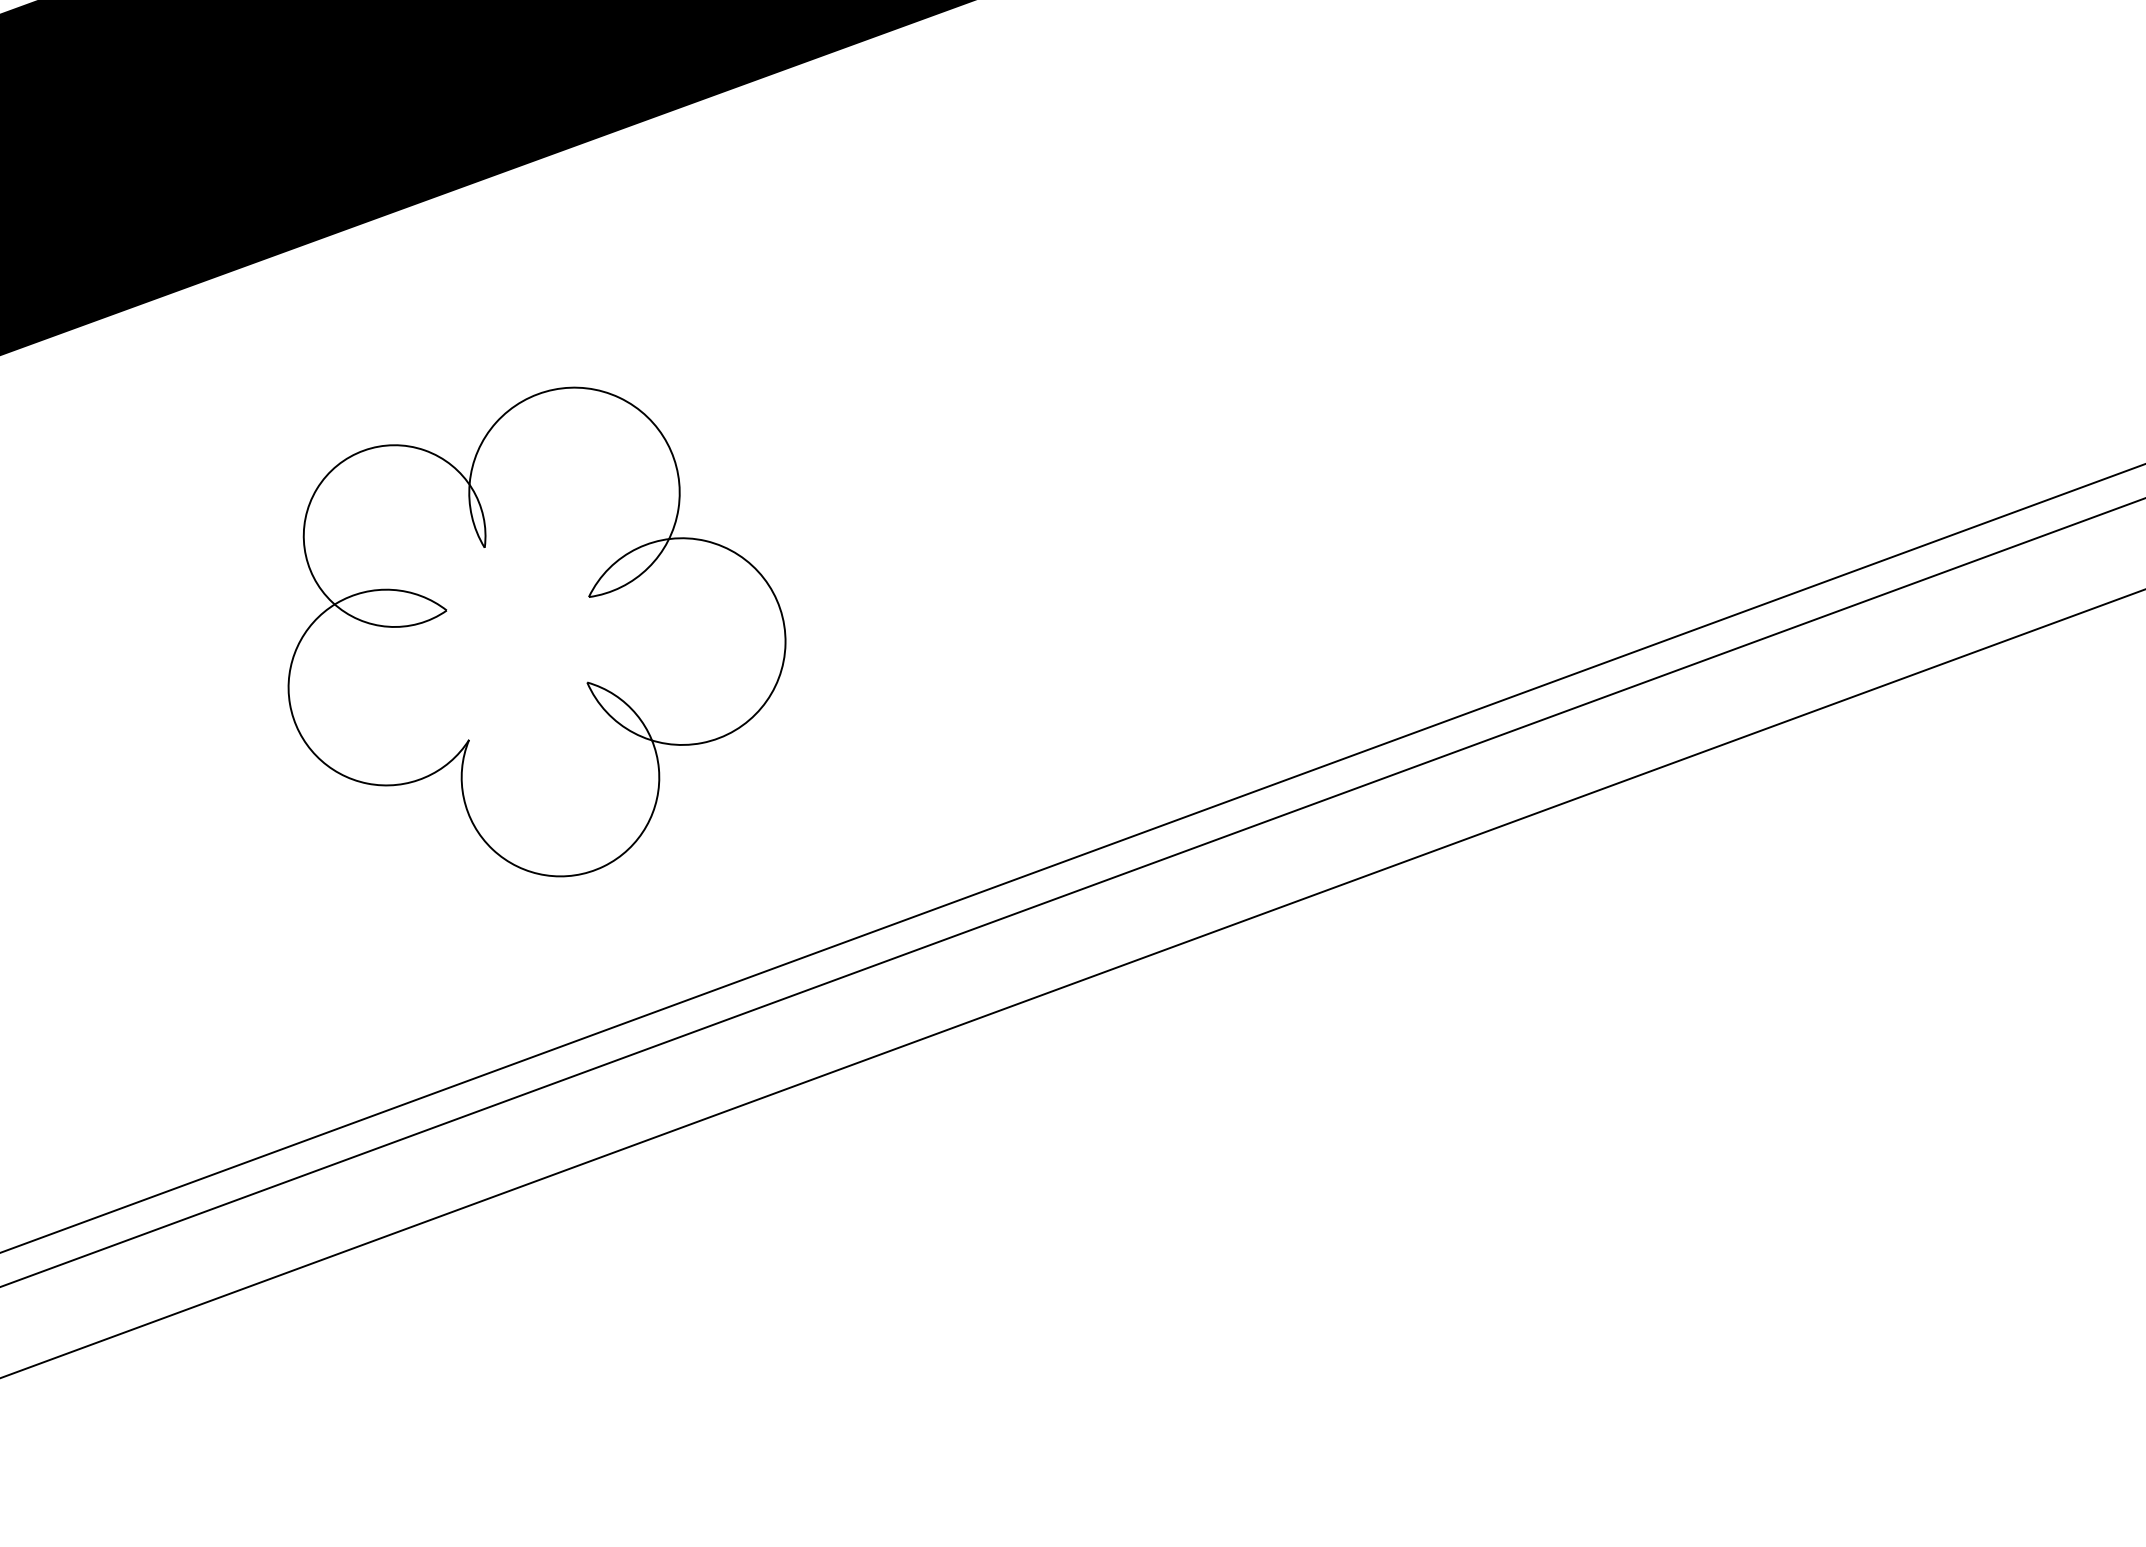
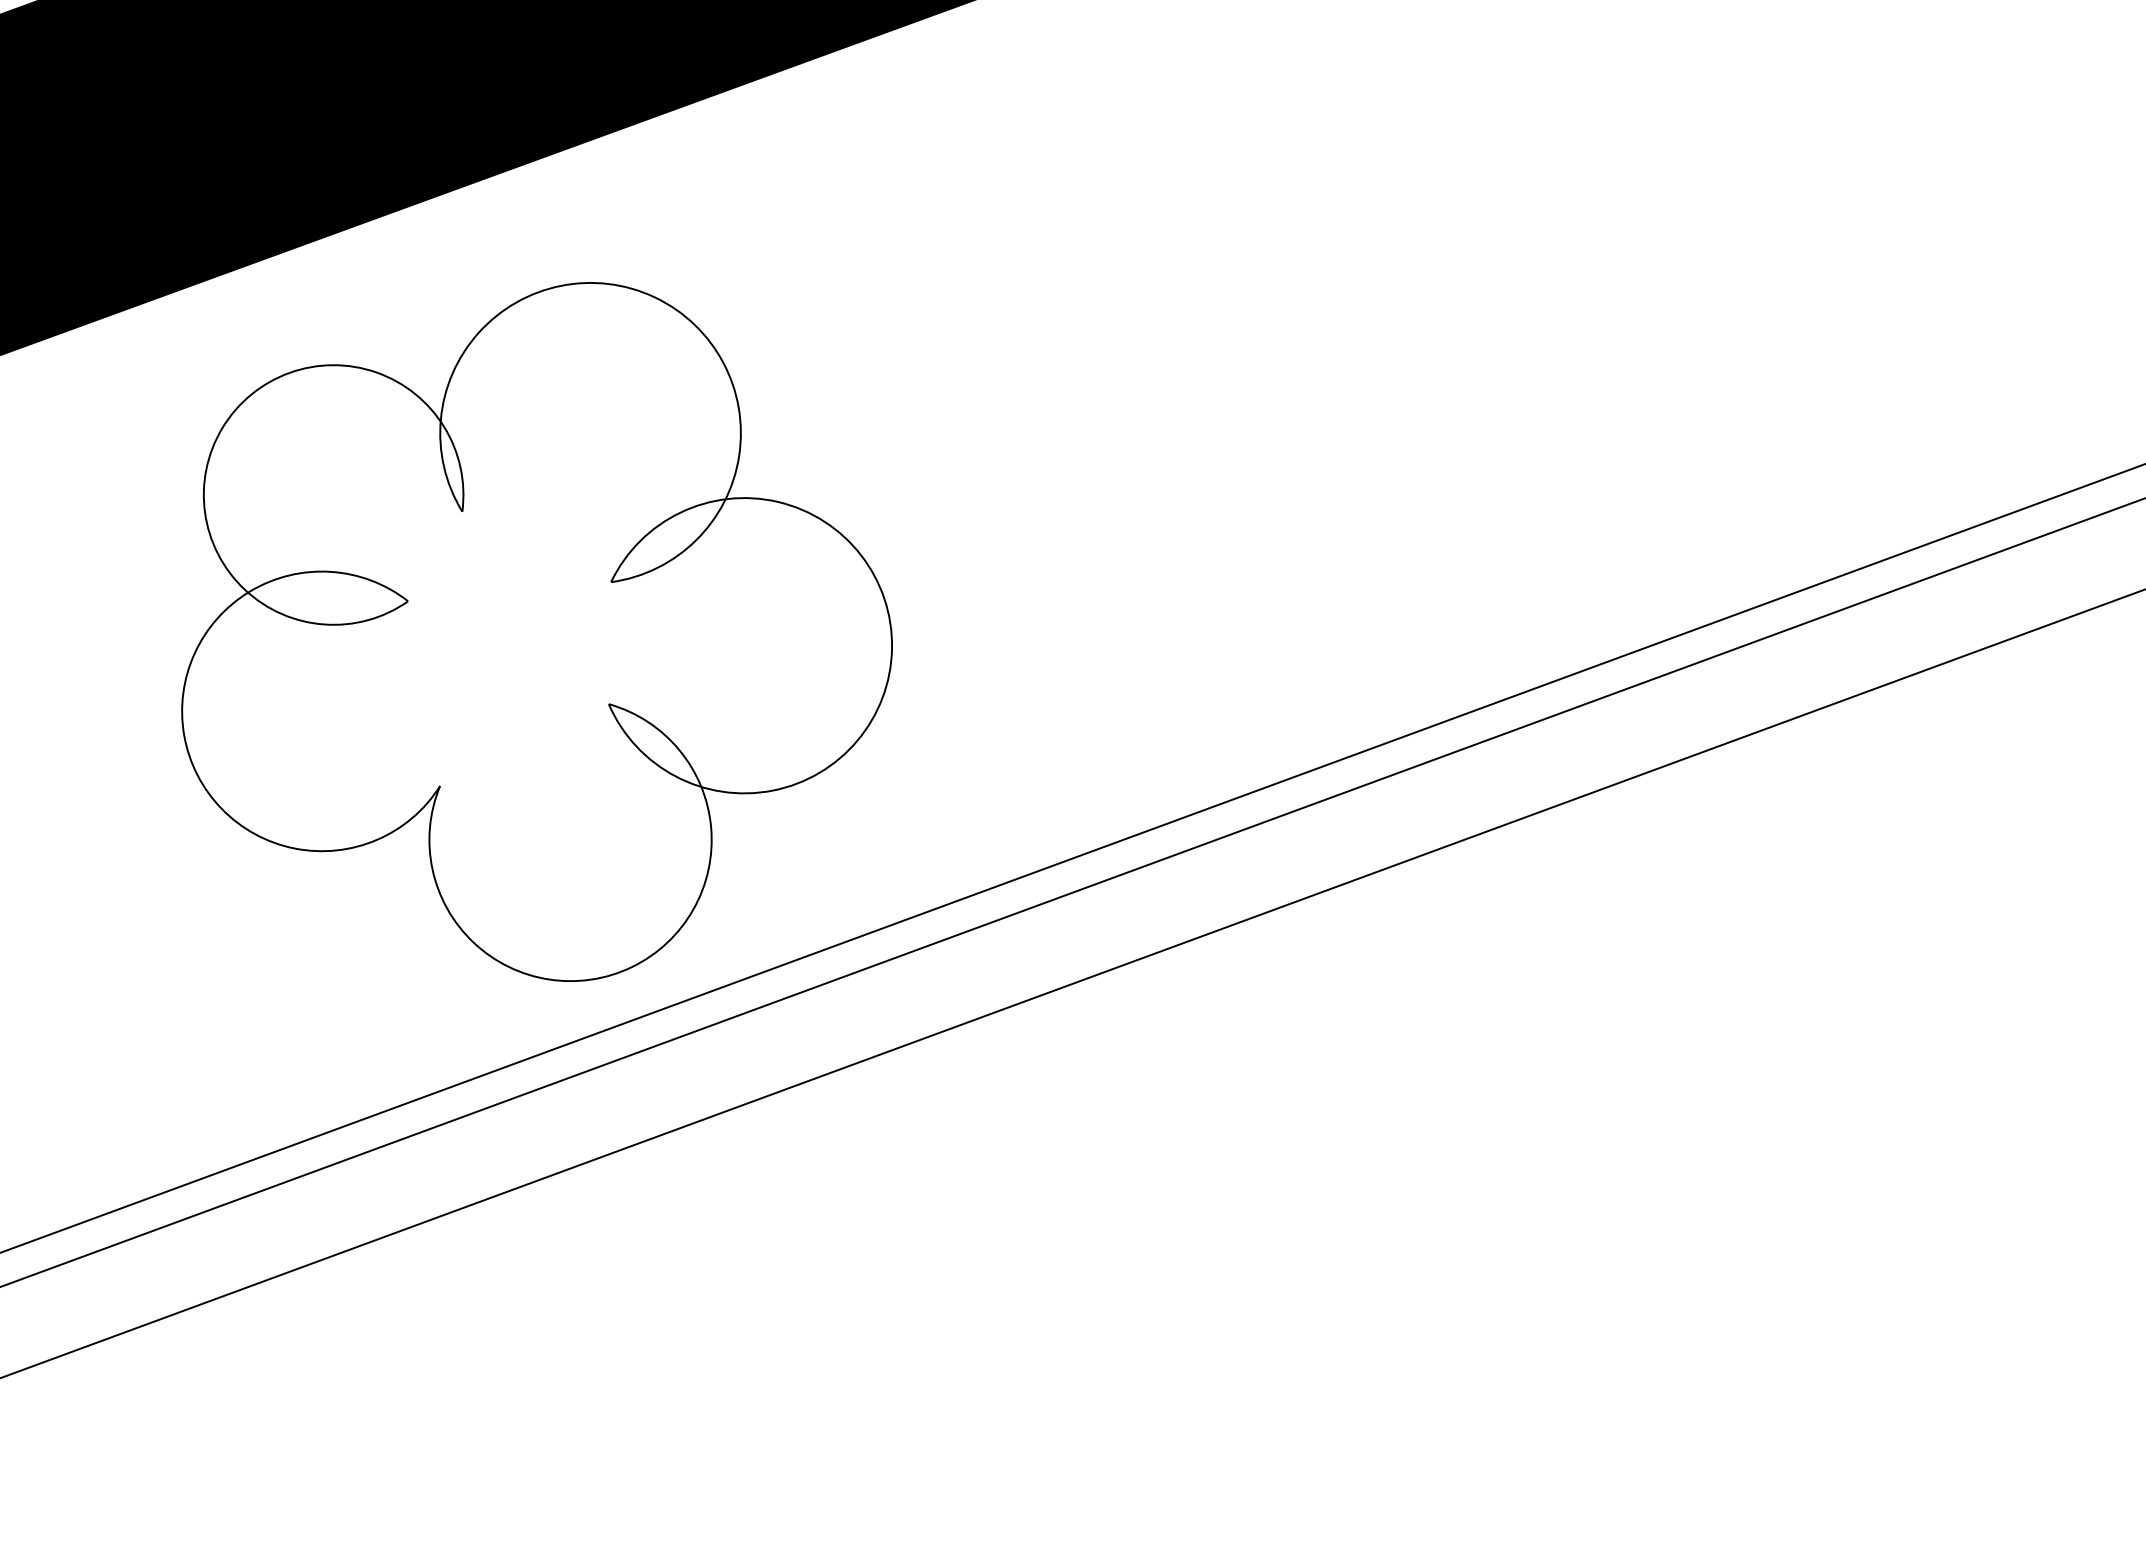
part at (536, 631) size: 500x492 px -> 712x700 px
